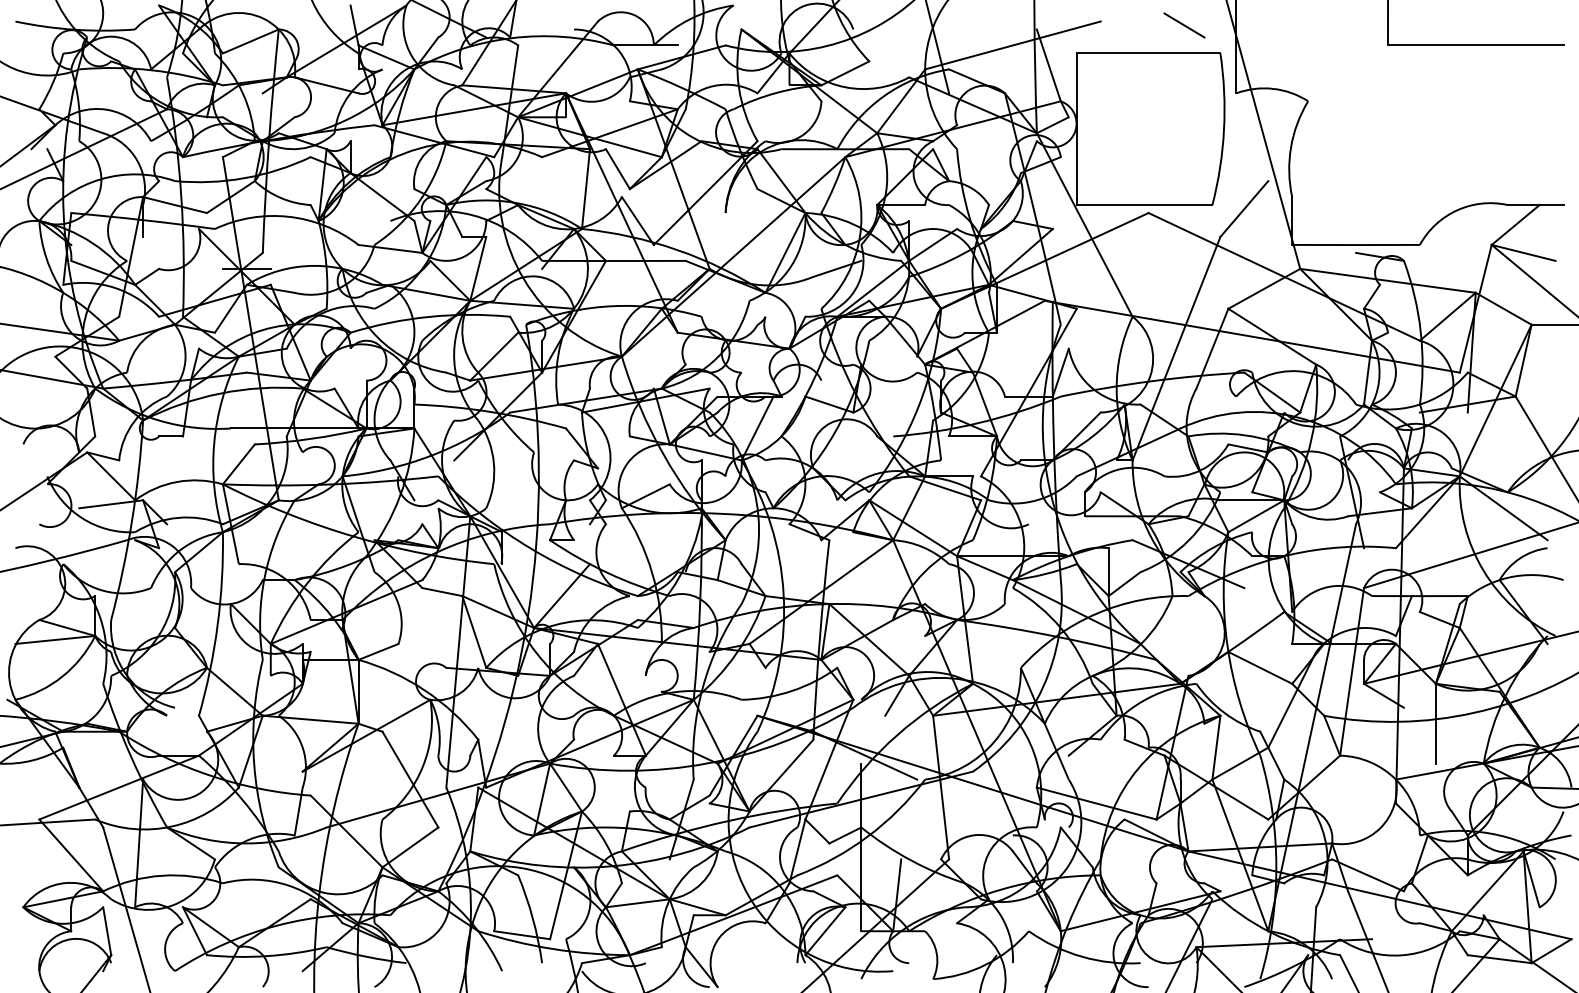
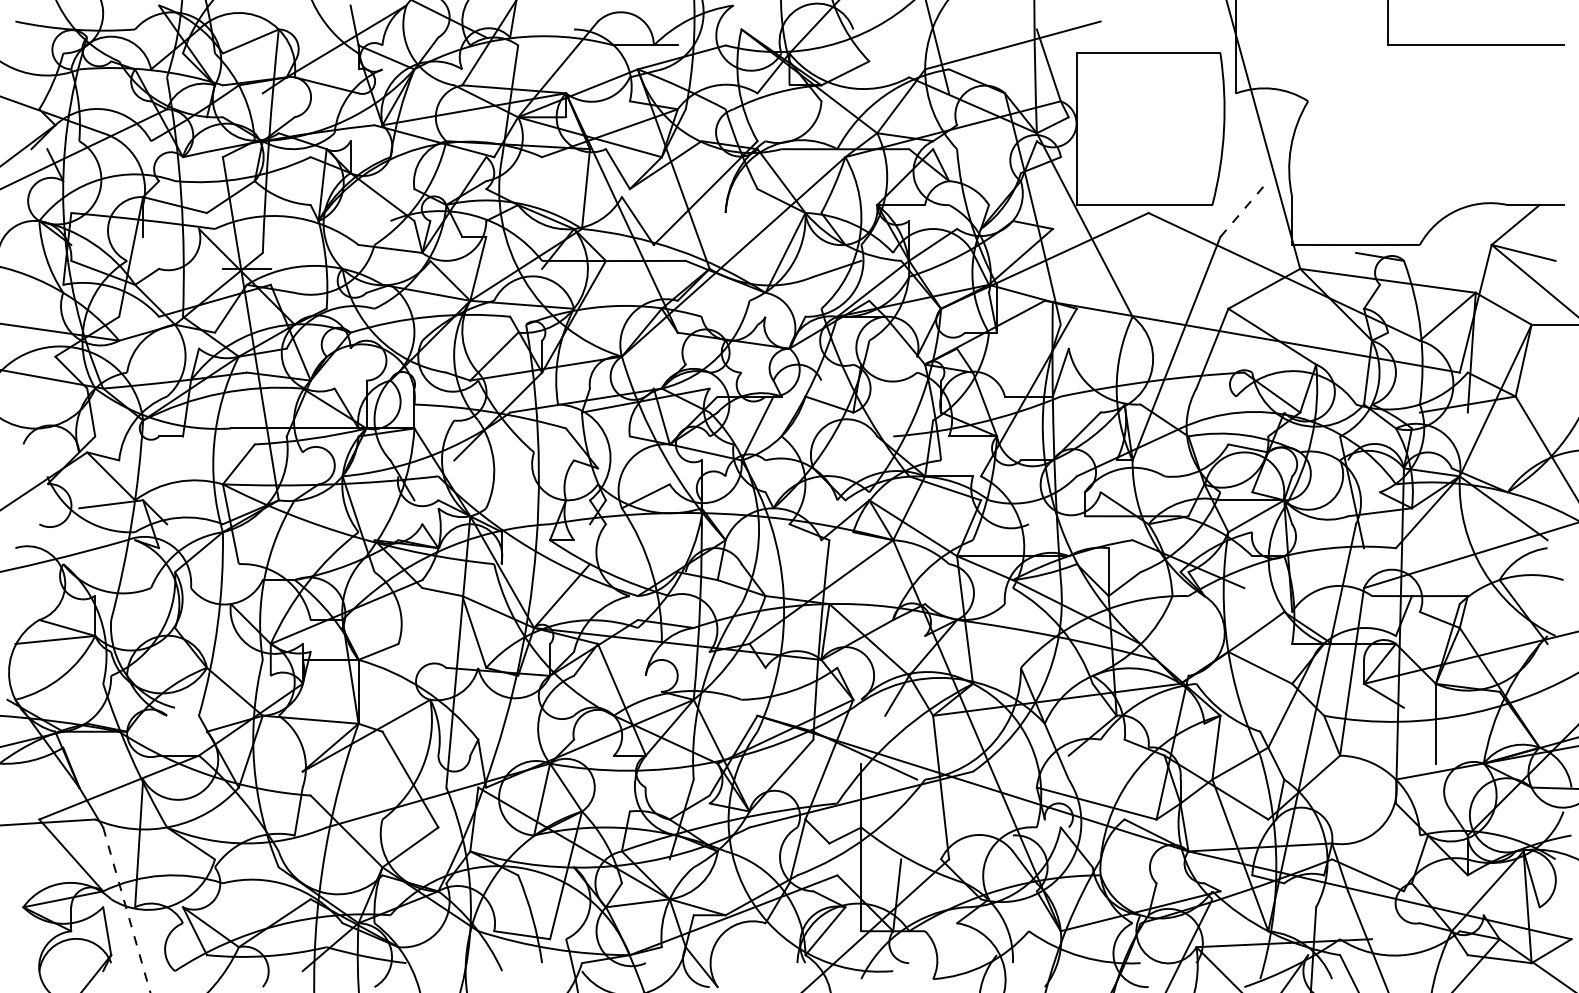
line at (1184, 25): present -> none
line at (1244, 209): solid -> dashed
line at (126, 909): solid -> dashed
